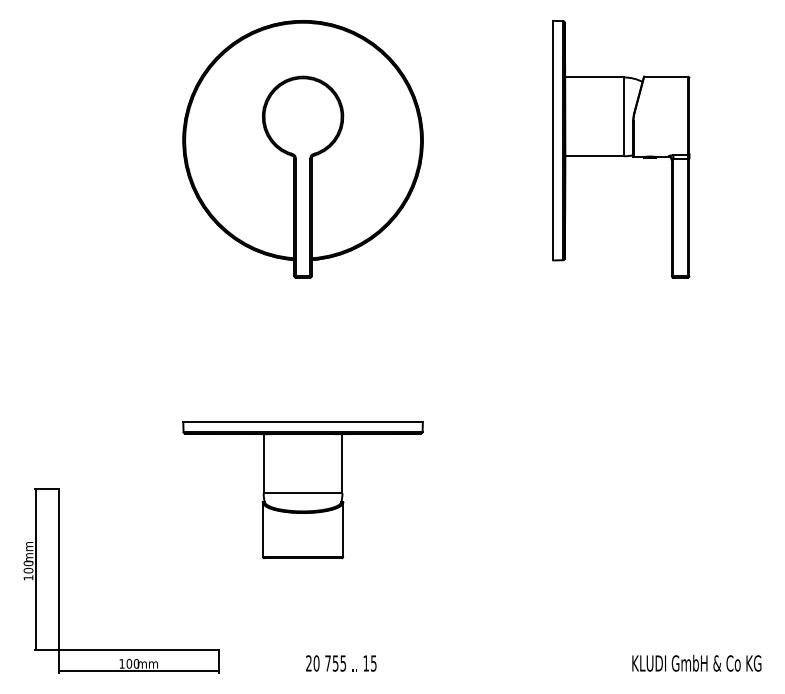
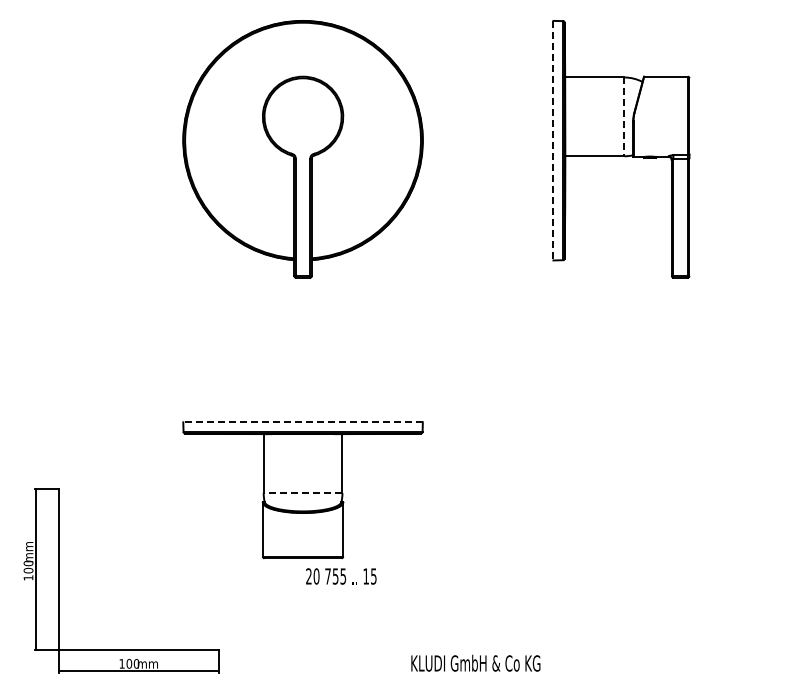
line at (624, 117): solid -> dashed
line at (553, 140): solid -> dashed
line at (303, 422): solid -> dashed
line at (302, 493): solid -> dashed
text at (696, 662) position: (696, 662) -> (475, 662)
text at (341, 663) position: (341, 663) -> (341, 576)
